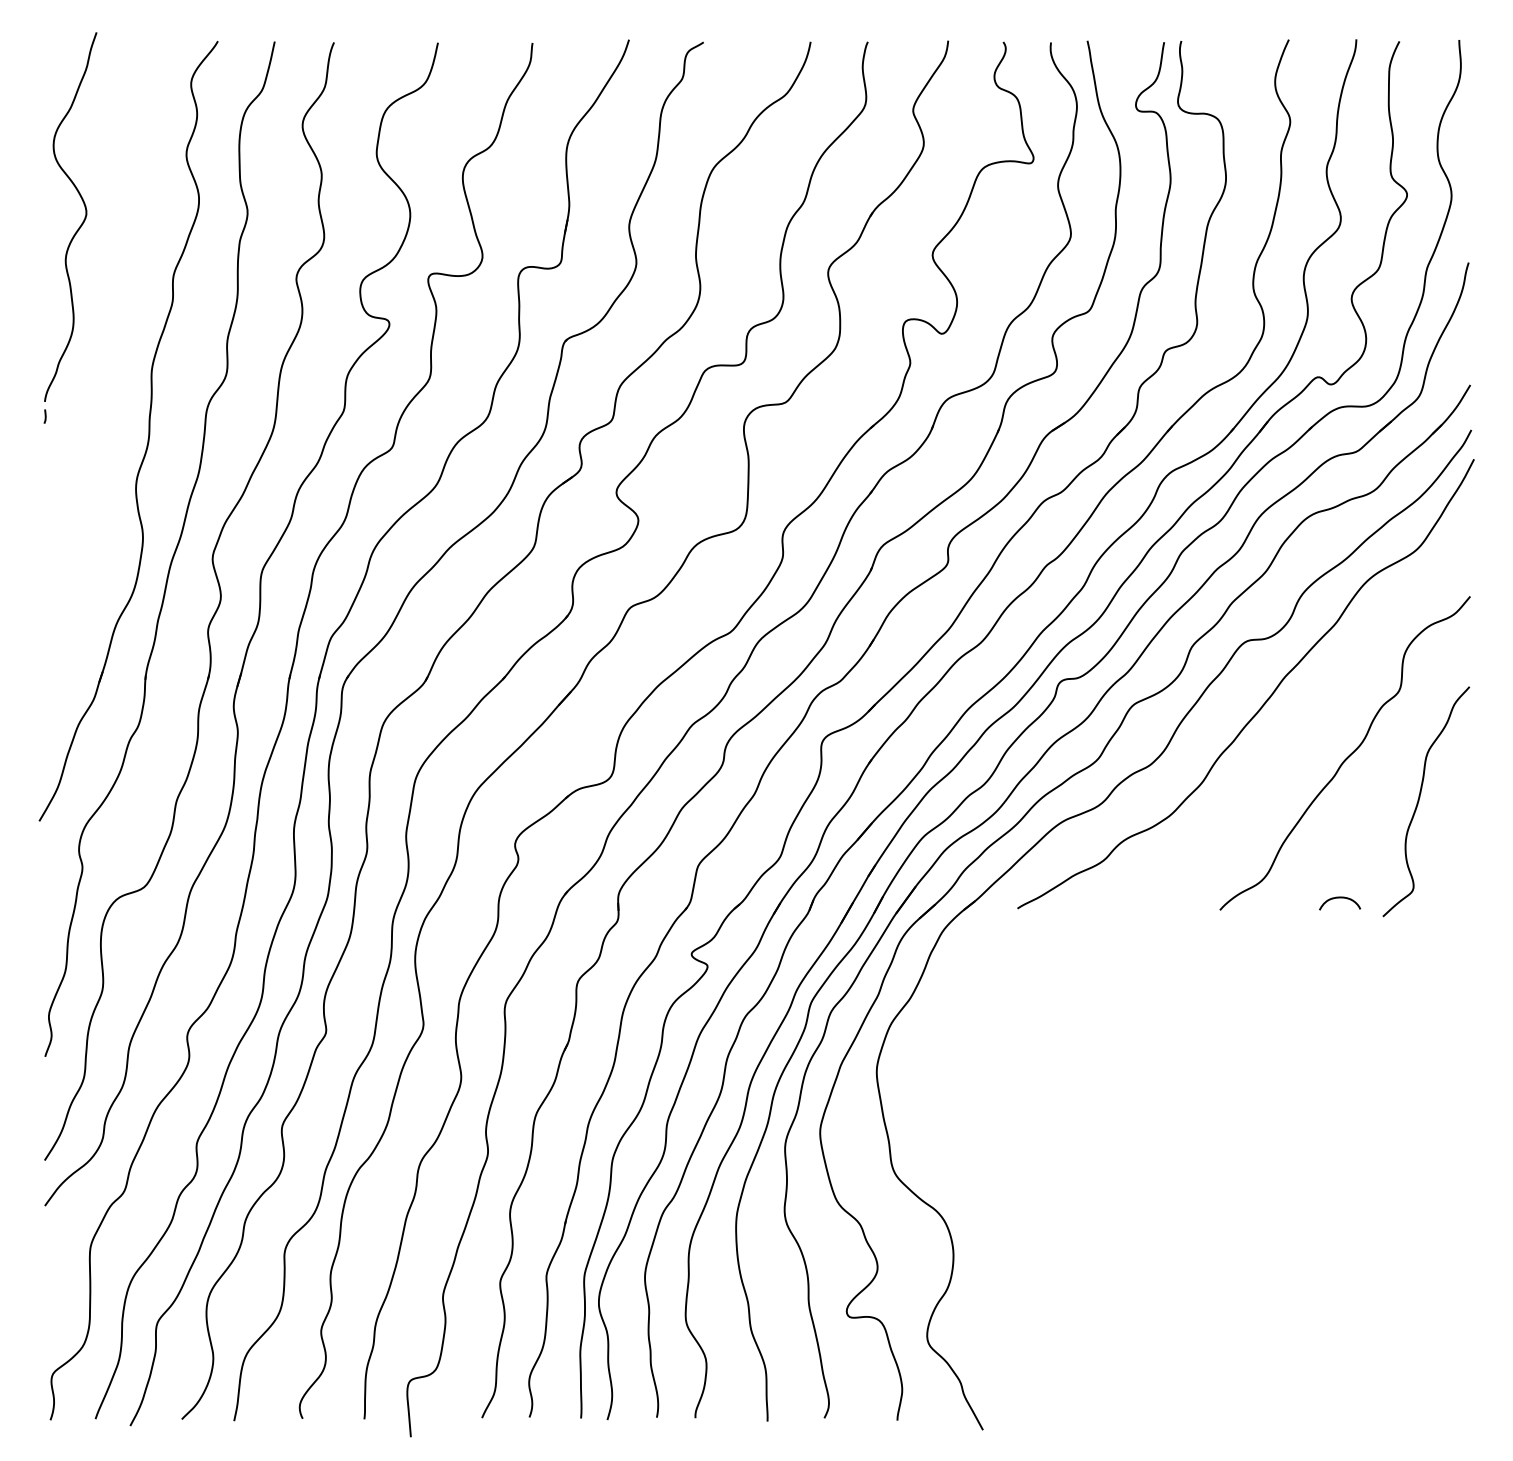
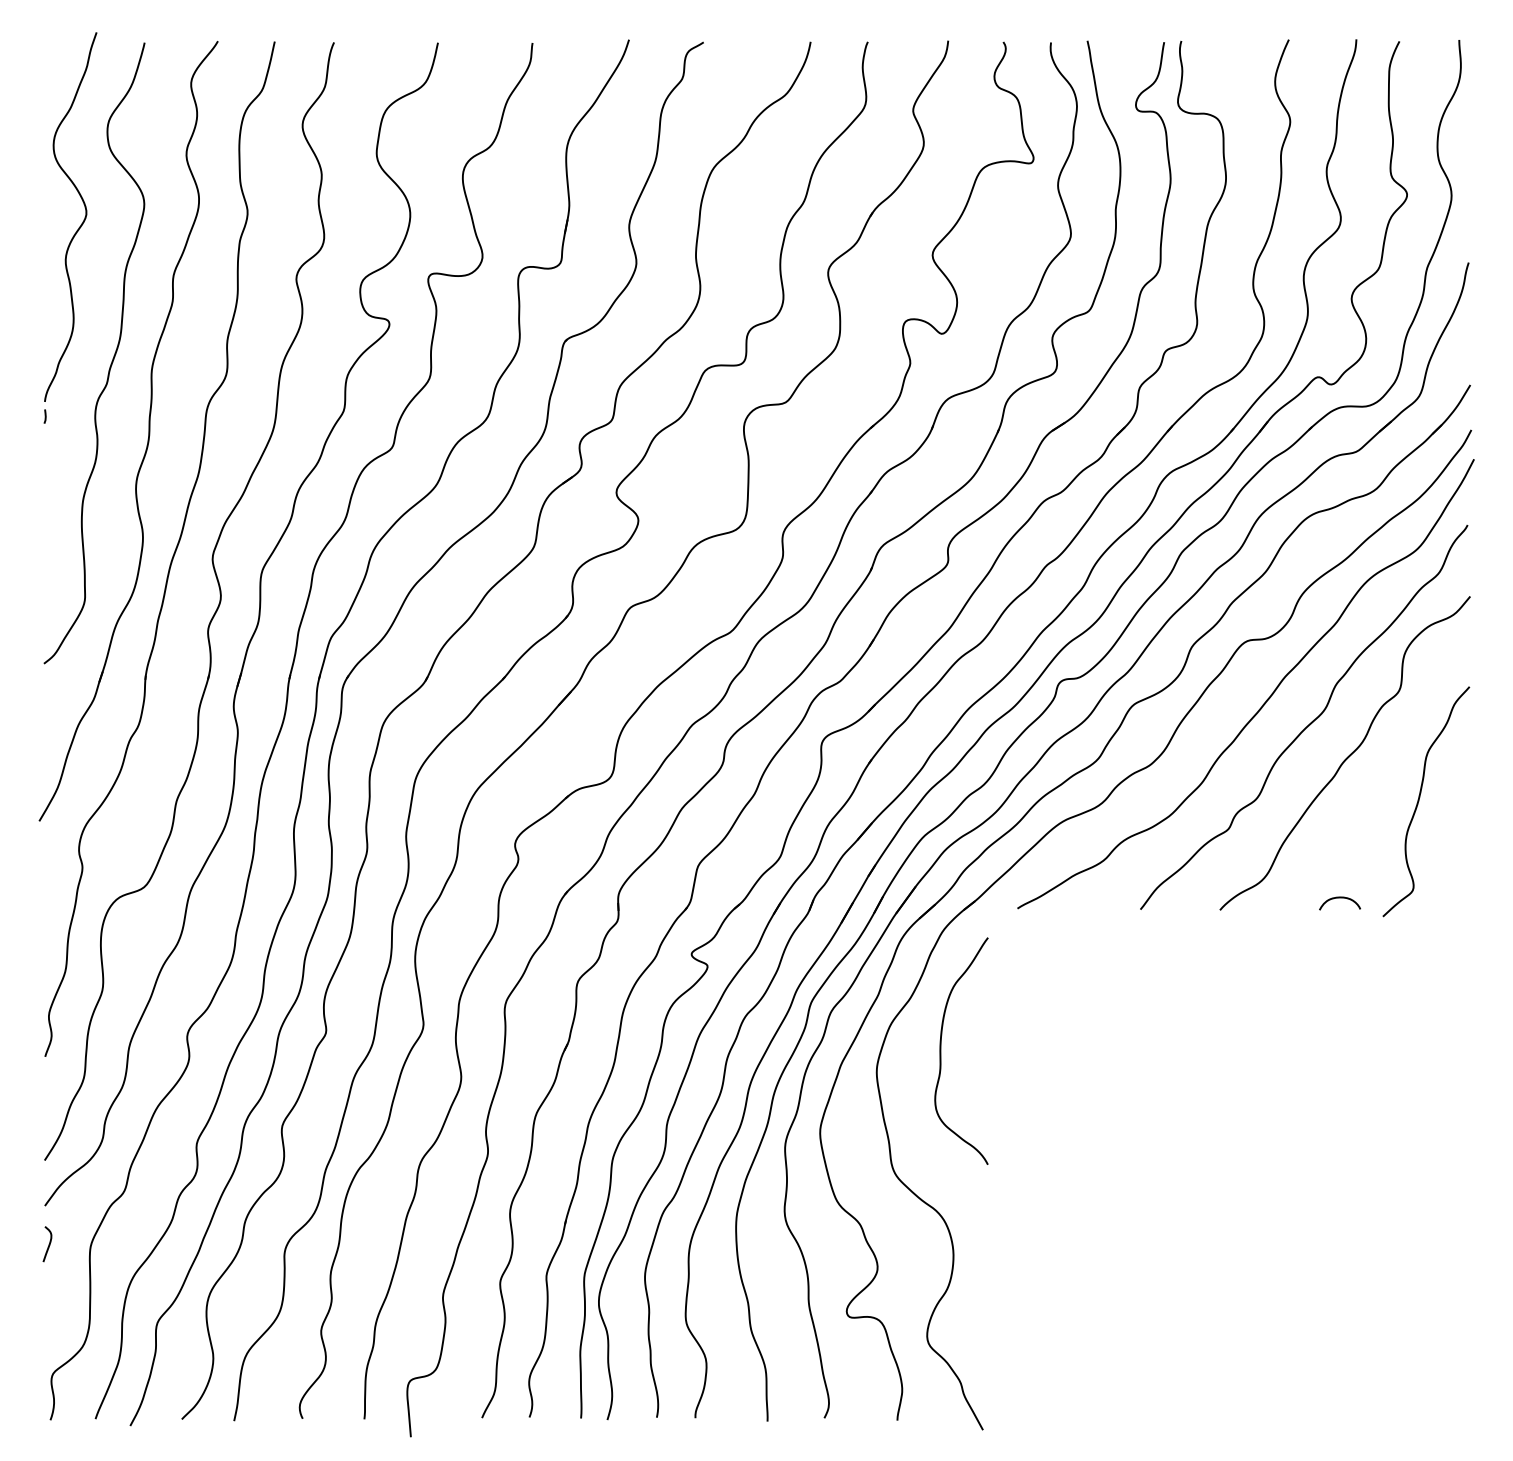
curve at (112, 358): none -> present
curve at (1310, 722): none -> present
curve at (941, 1050): none -> present
curve at (48, 1244): none -> present
